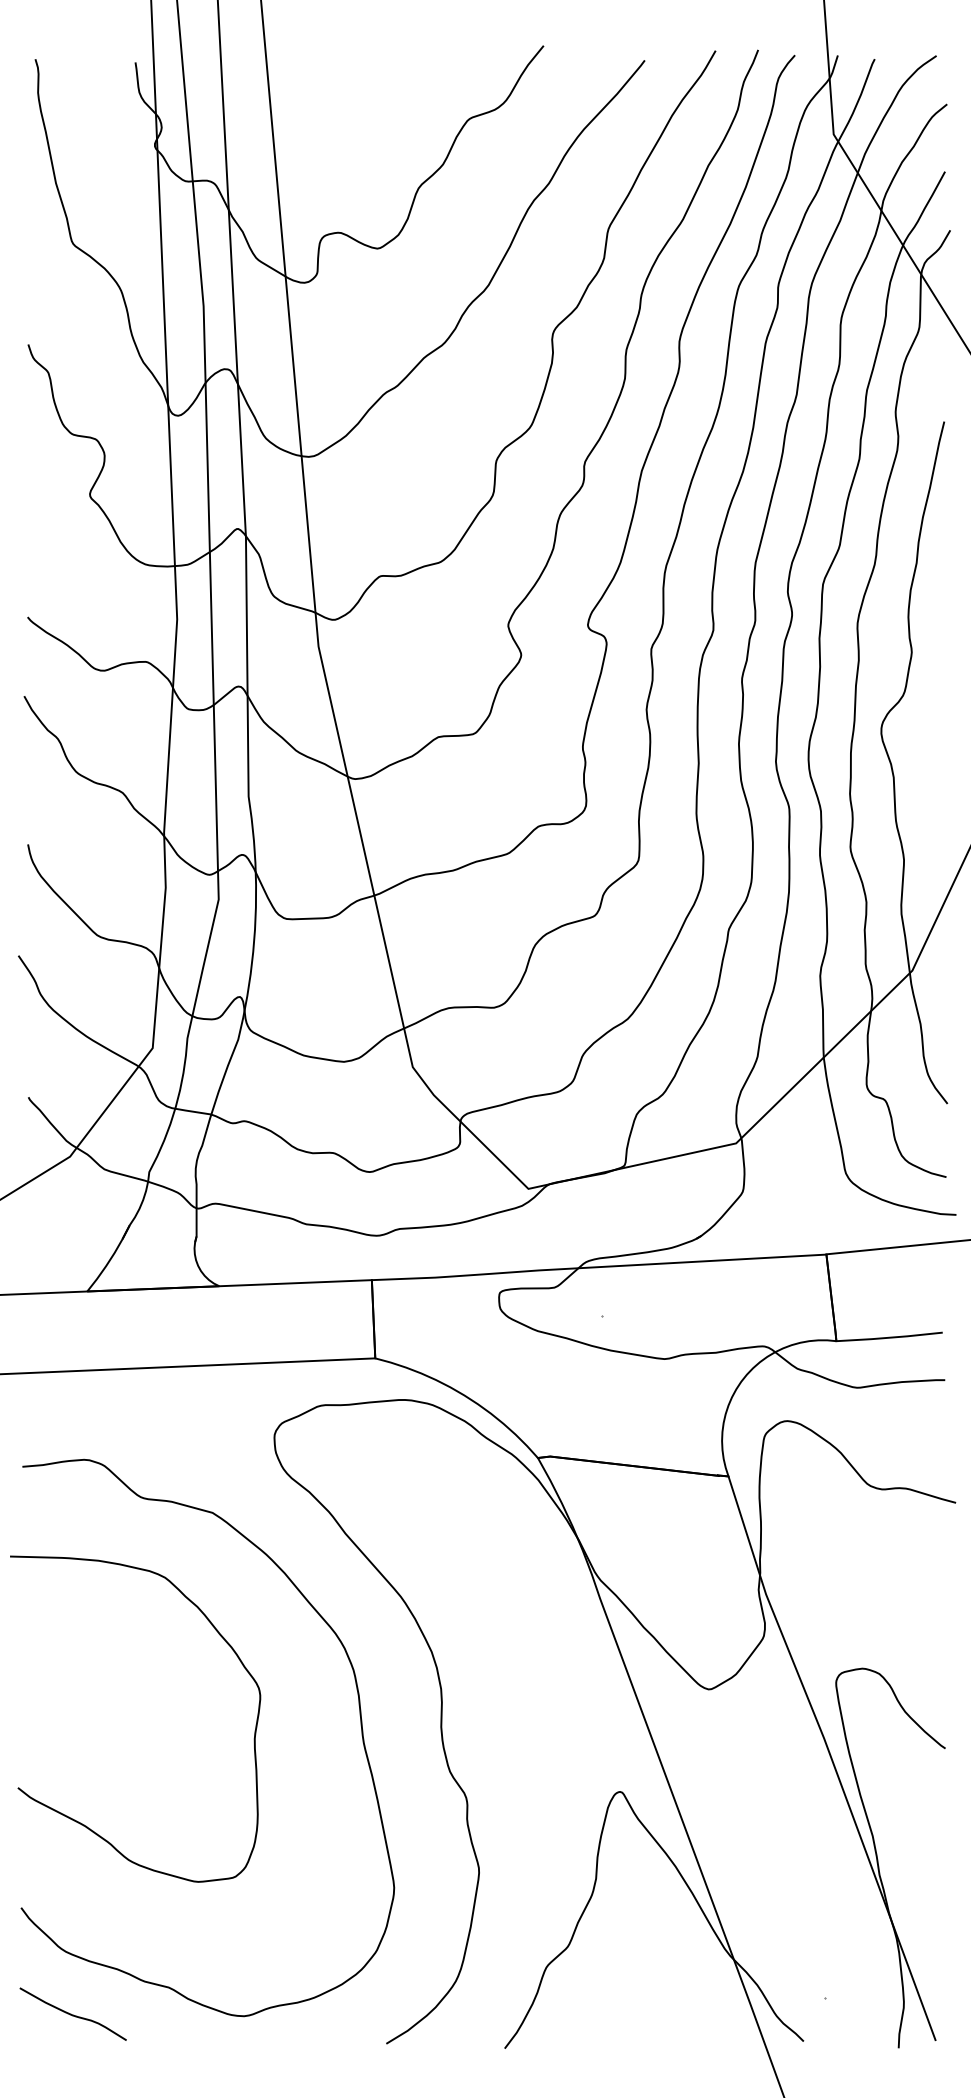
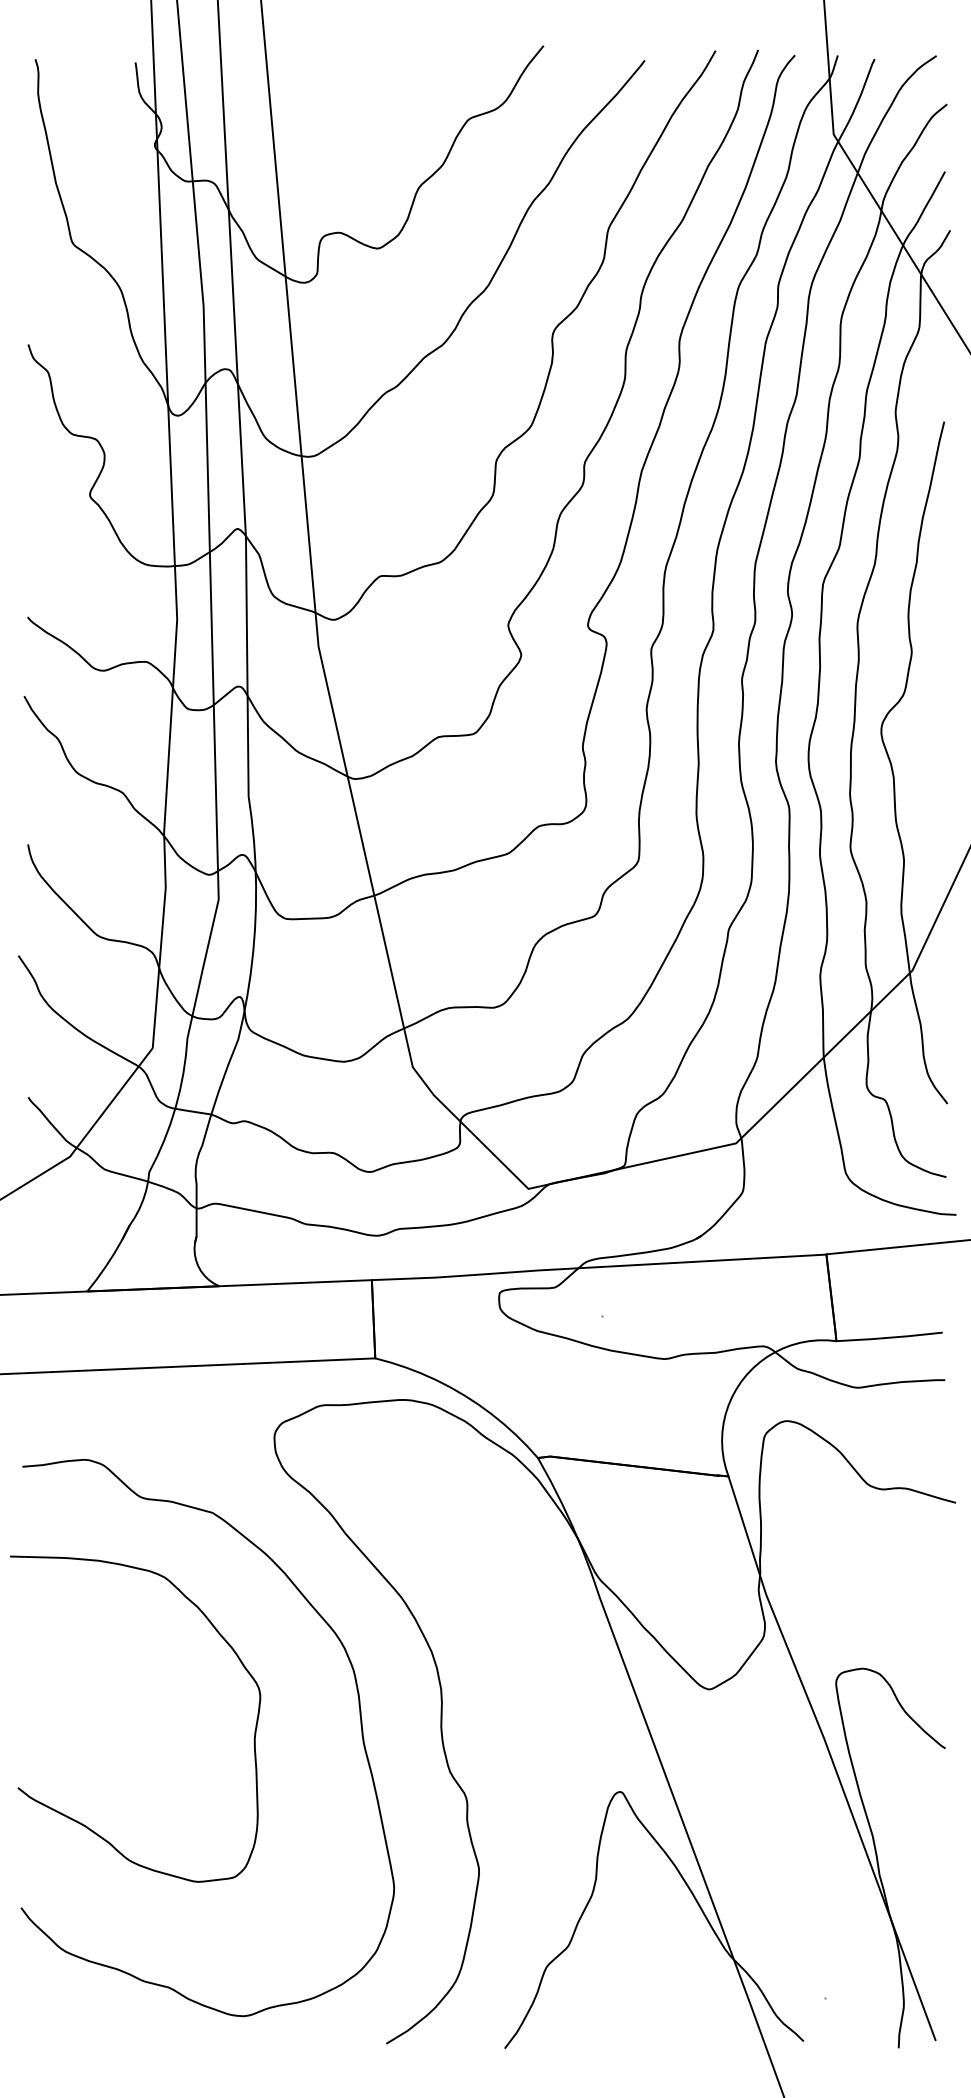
curve at (71, 2013): present -> none
